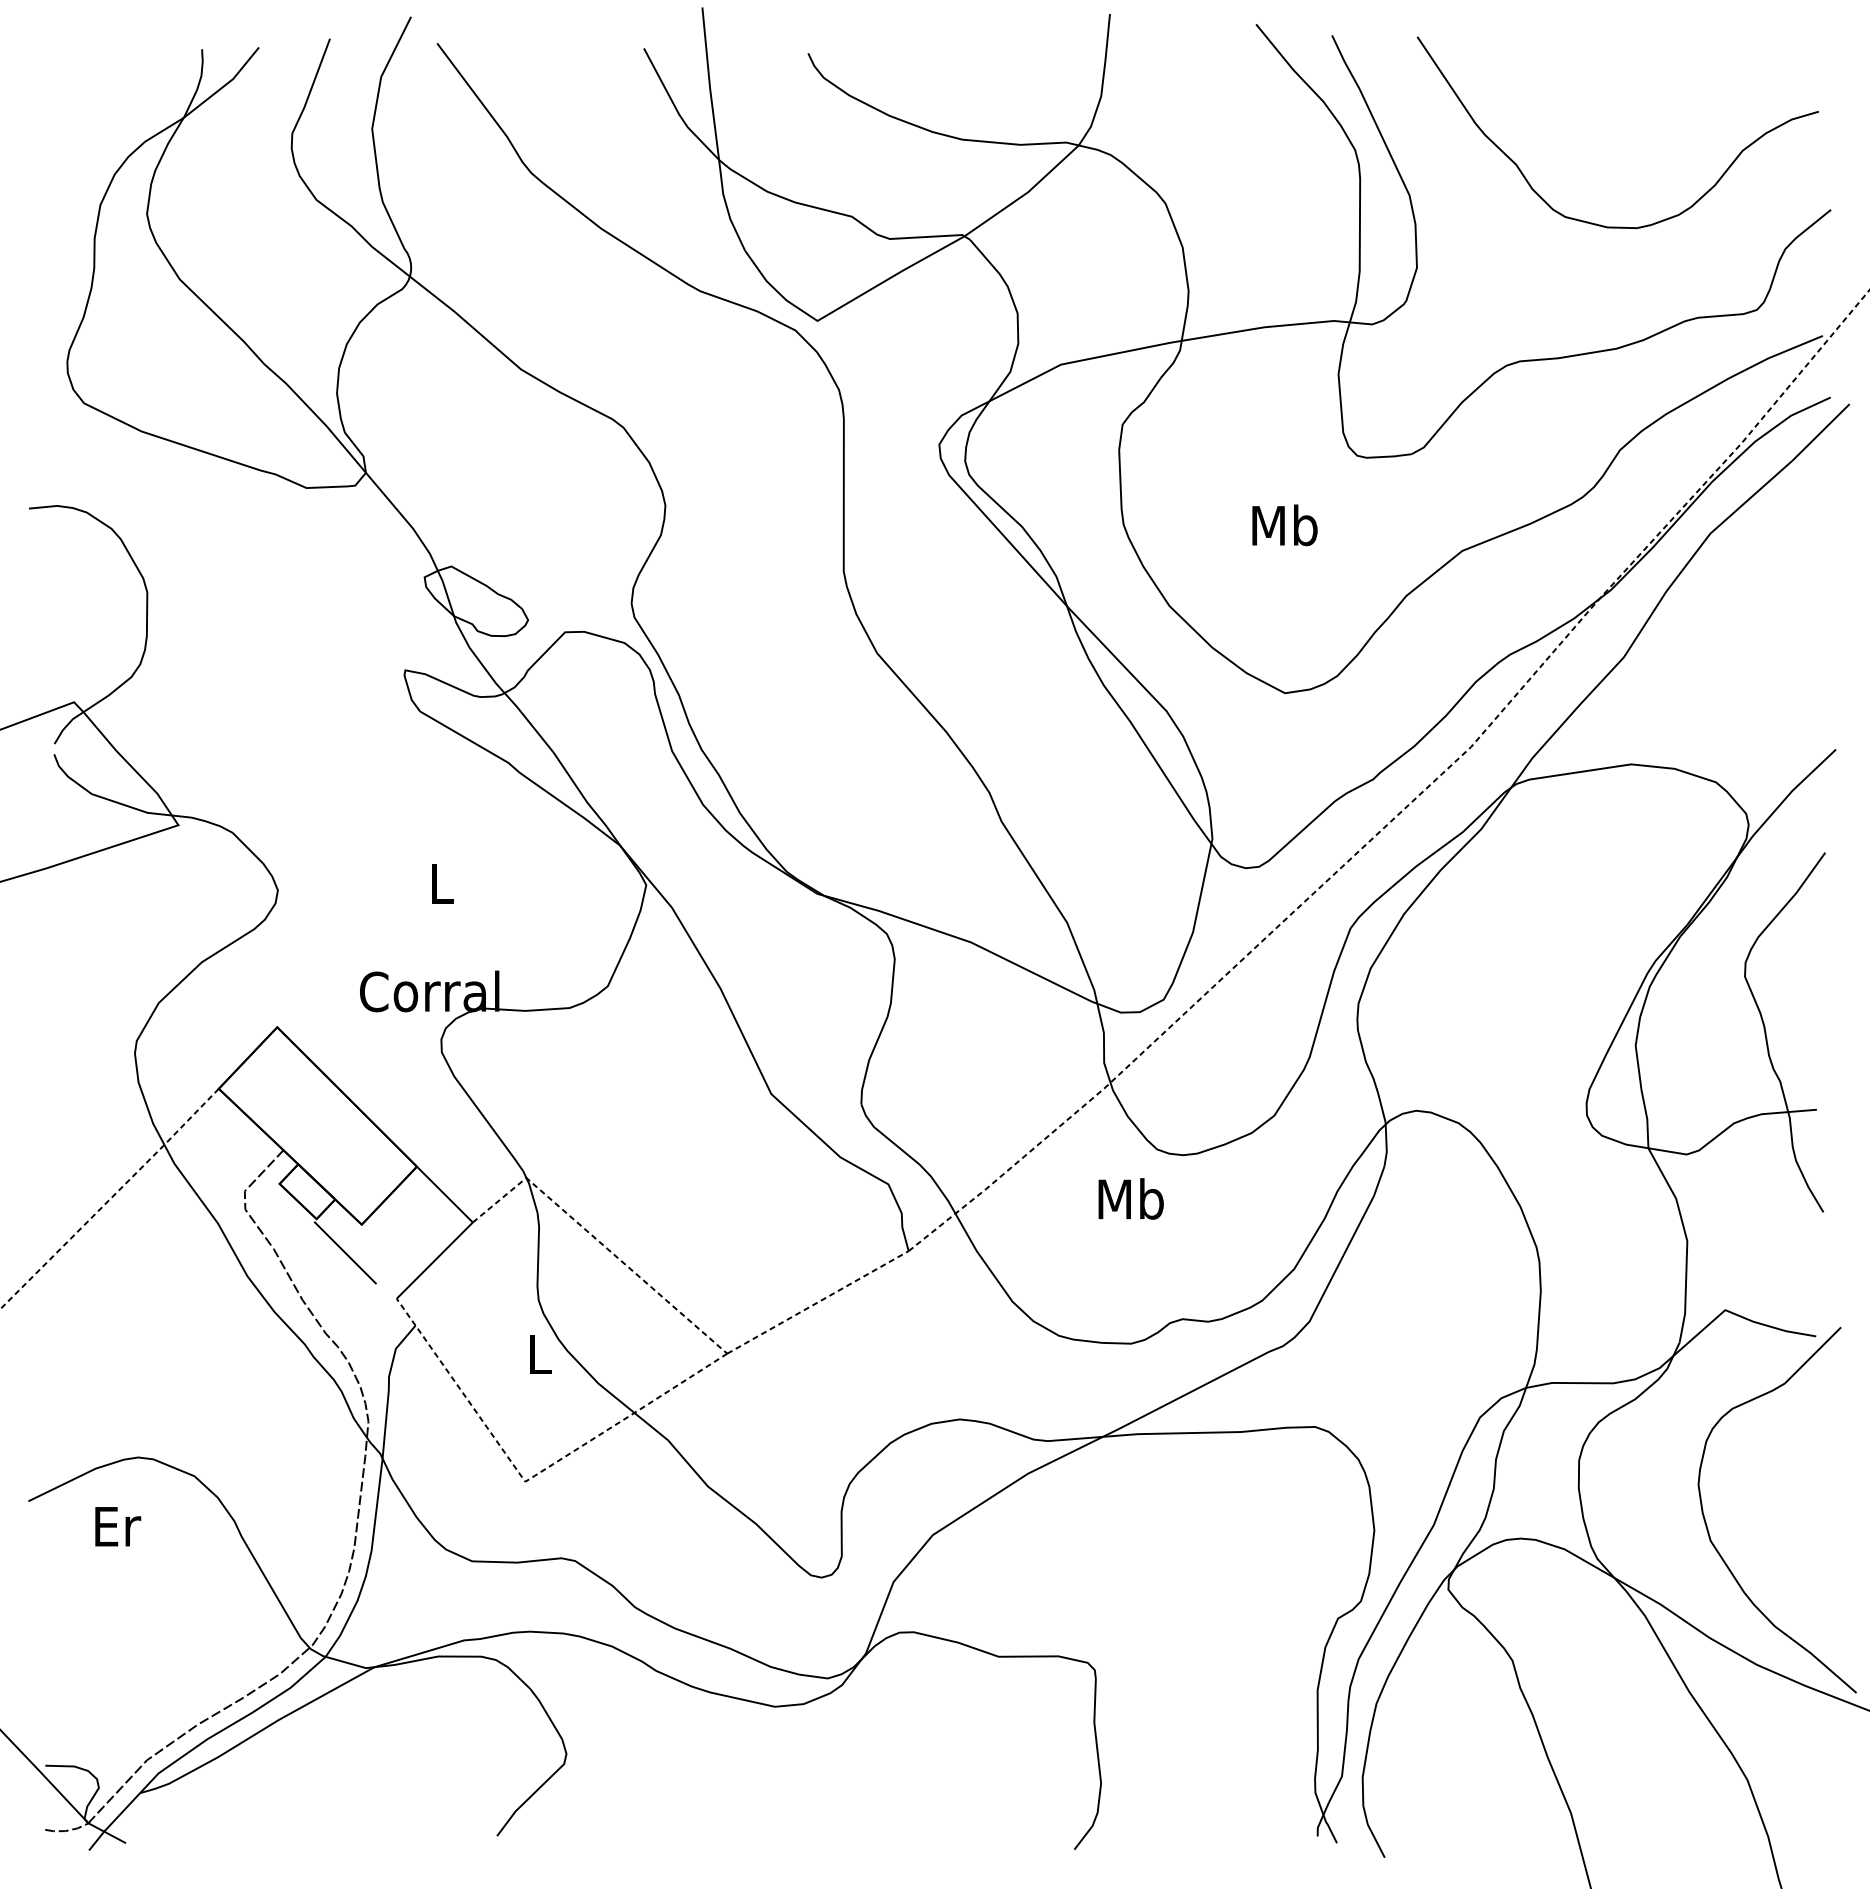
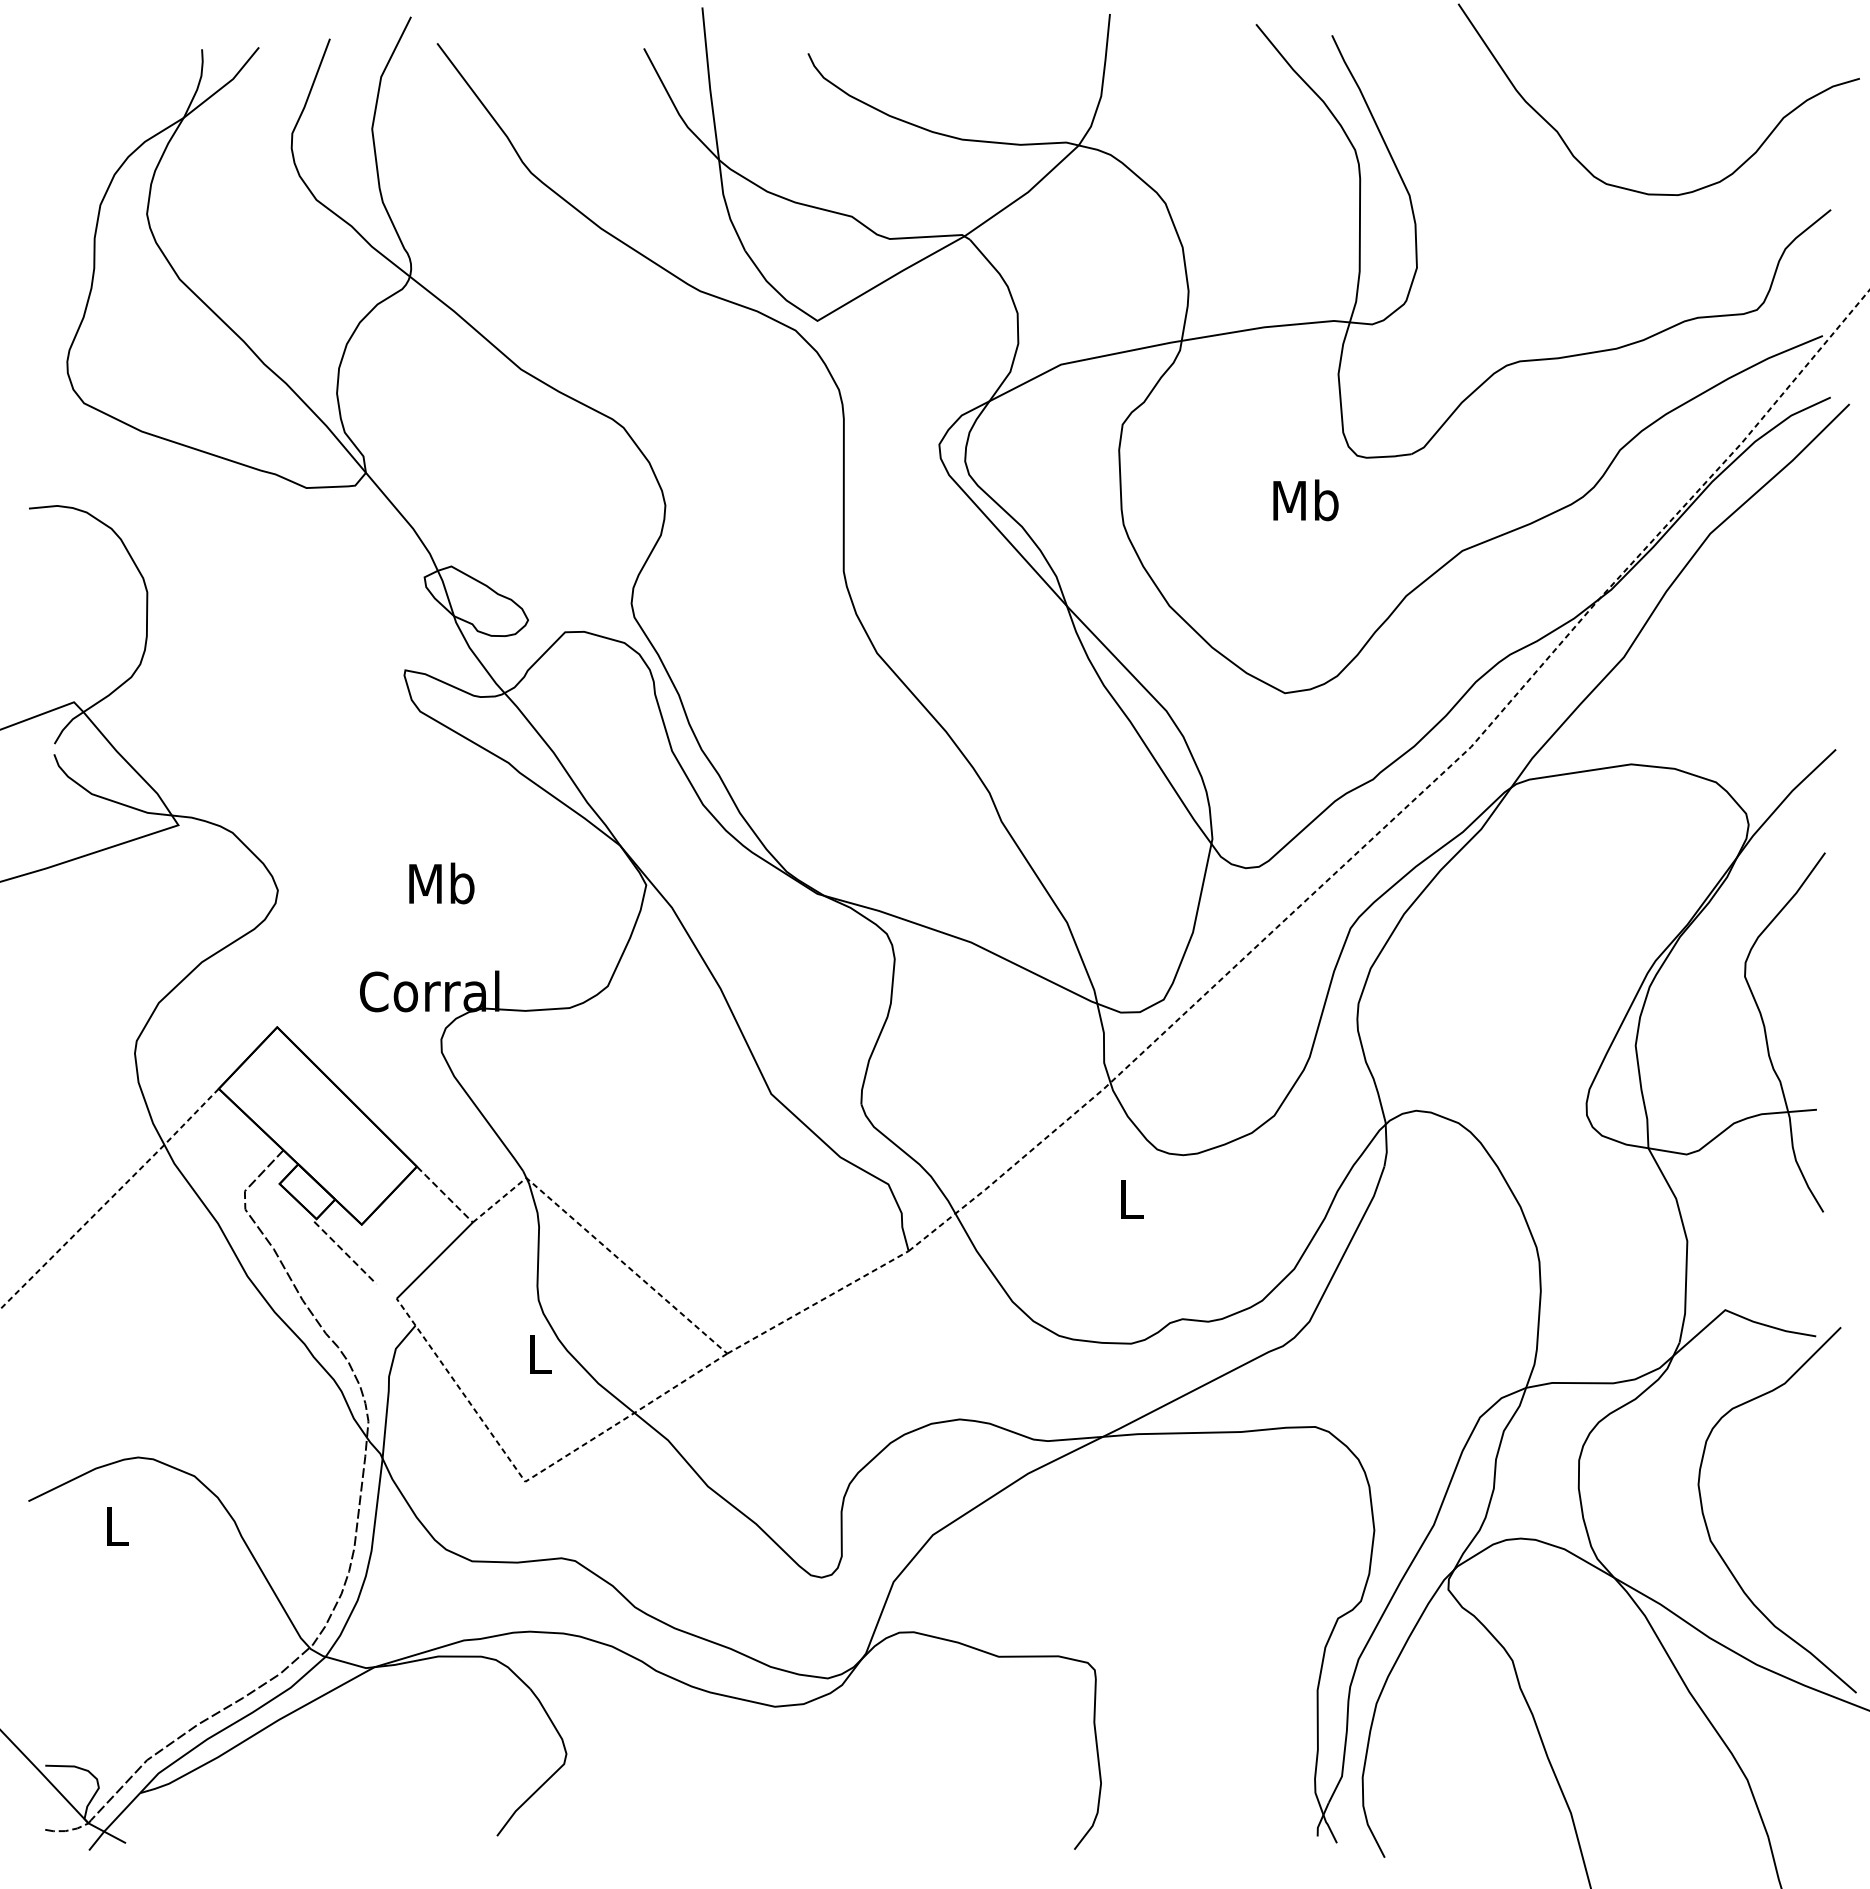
curve at (1596, 223) position: (1596, 223) -> (1637, 190)
text at (1284, 525) position: (1284, 525) -> (1305, 500)
text at (441, 883): L -> Mb
line at (444, 1194): solid -> dashed
text at (1130, 1198): Mb -> L
line at (345, 1253): solid -> dashed
text at (118, 1526): Er -> L
